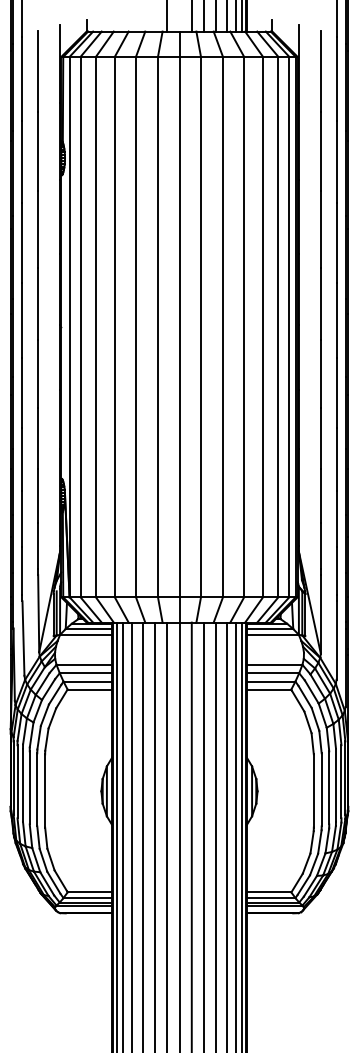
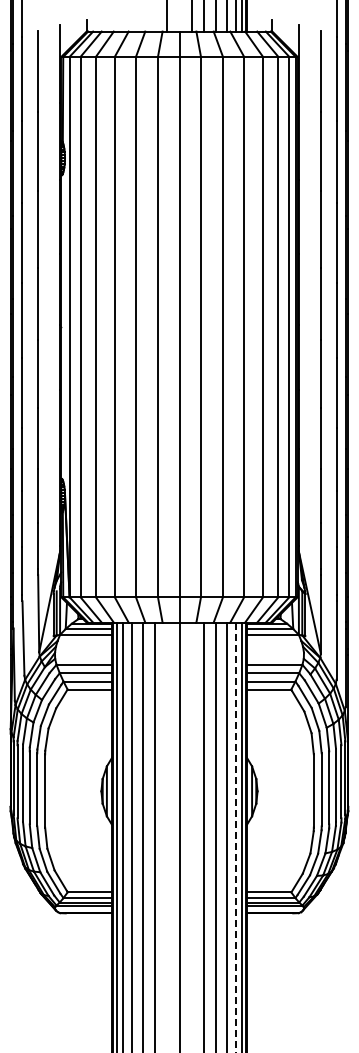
line at (167, 835): present -> none
line at (191, 835): present -> none
line at (236, 837): solid -> dashed
